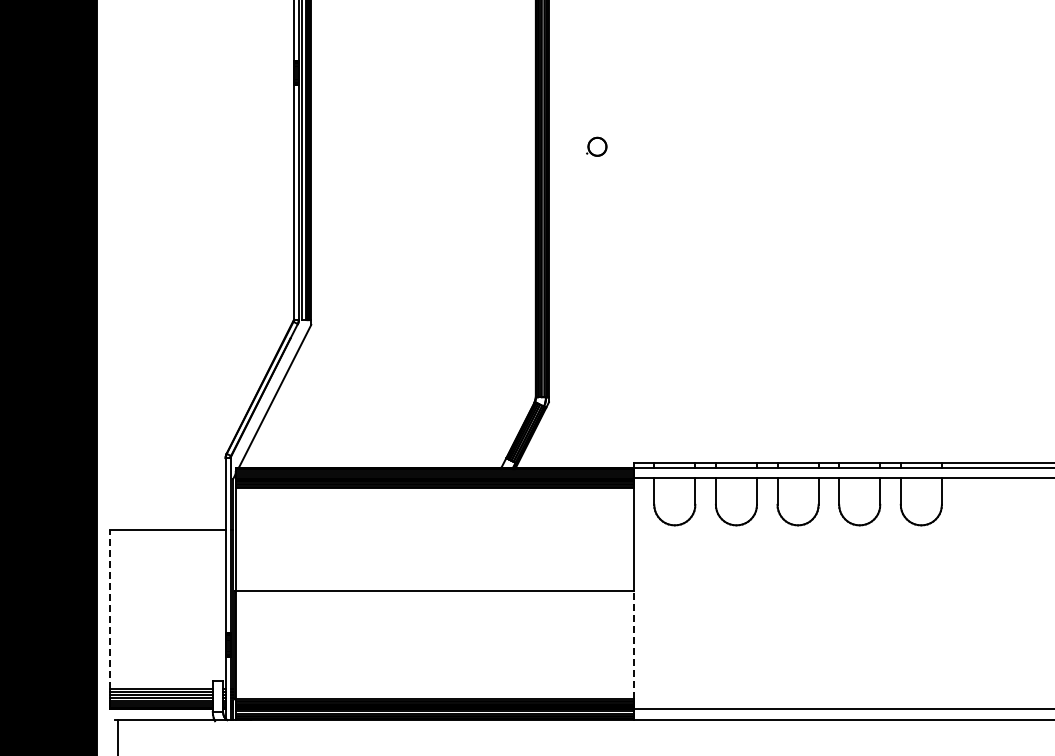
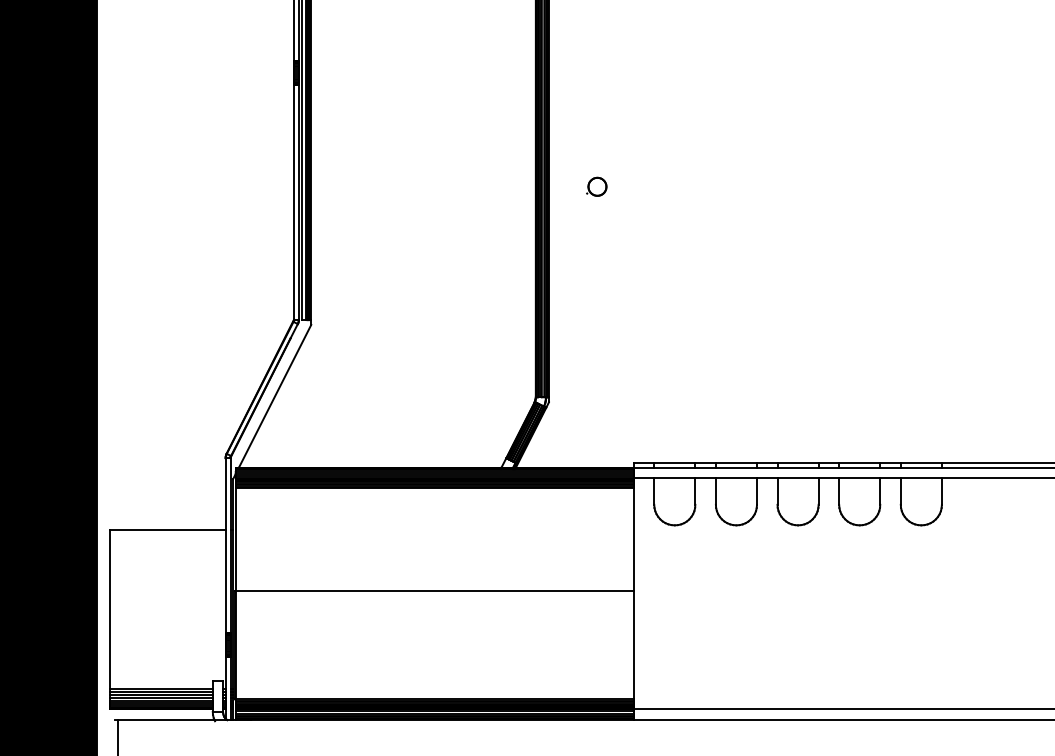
part at (596, 146) position: (596, 146) -> (596, 186)
line at (110, 609): dashed -> solid
line at (634, 645): dashed -> solid
